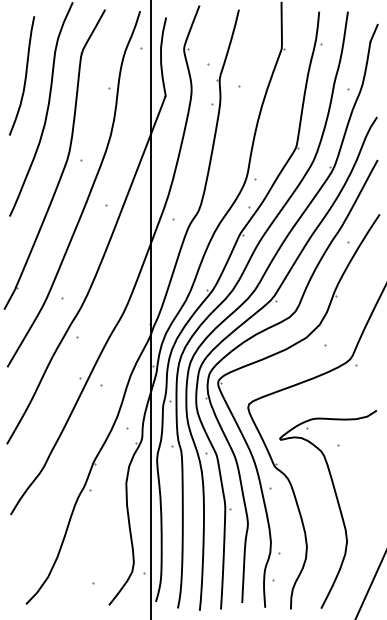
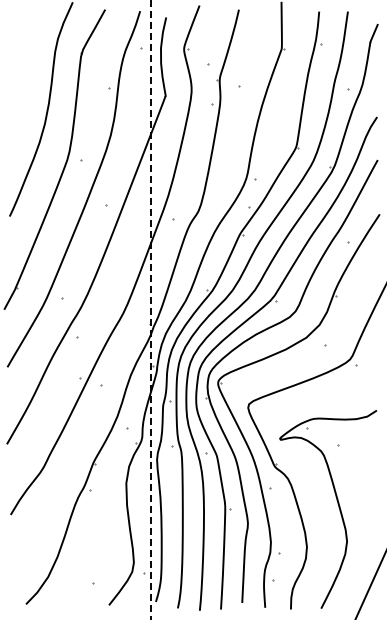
curve at (25, 75): present -> none
line at (151, 309): solid -> dashed
